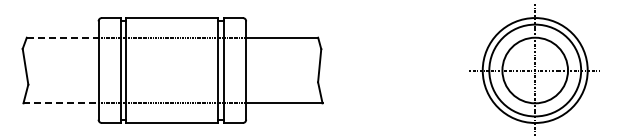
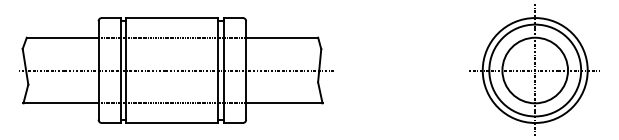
line at (62, 37): dashed -> solid
line at (176, 70): none -> present
line at (61, 103): dashed -> solid
